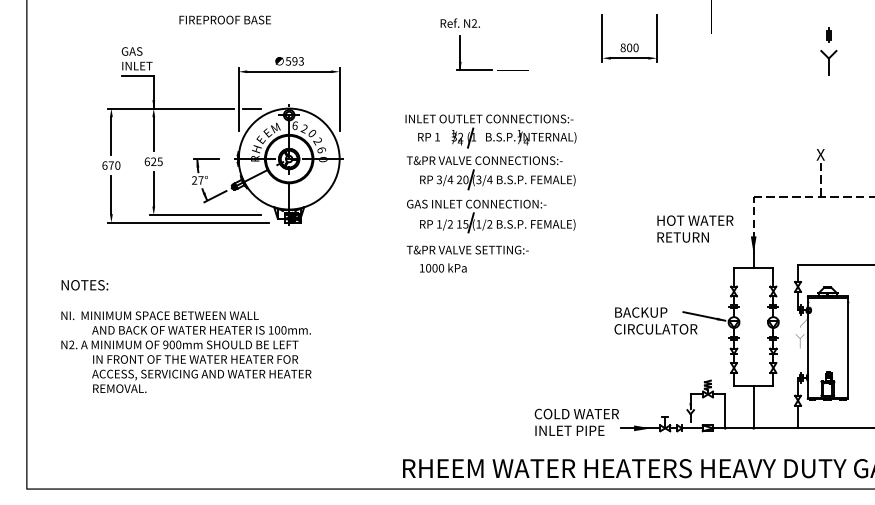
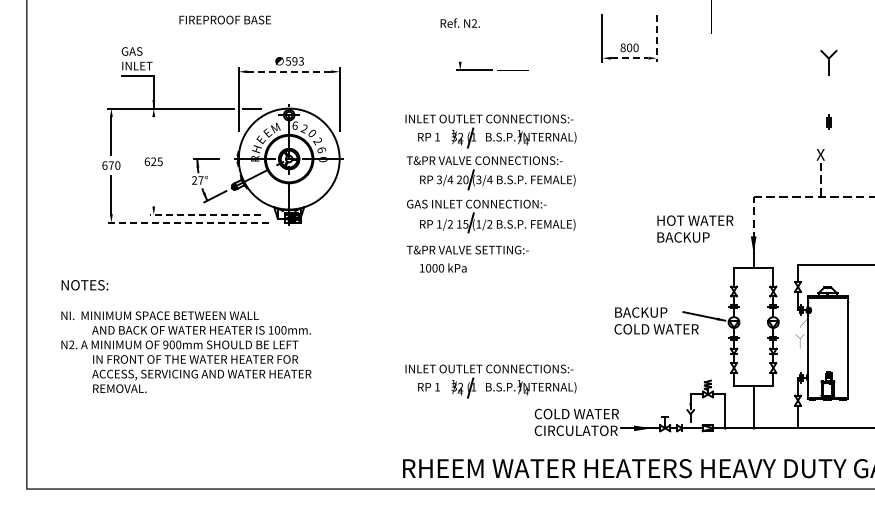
part at (828, 34) position: (828, 34) -> (828, 121)
line at (656, 39): solid -> dashed
line at (460, 52): present -> none
line at (629, 58): solid -> dashed
line at (289, 71): solid -> dashed
line at (153, 134): present -> none
line at (153, 189): present -> none
line at (205, 214): solid -> dashed
line at (188, 222): solid -> dashed
text at (683, 237): RETURN -> BACKUP
text at (660, 329): CIRCULATOR -> COLD WATER
part at (490, 381): none -> present
text at (575, 430): INLET PIPE -> CIRCULATOR
